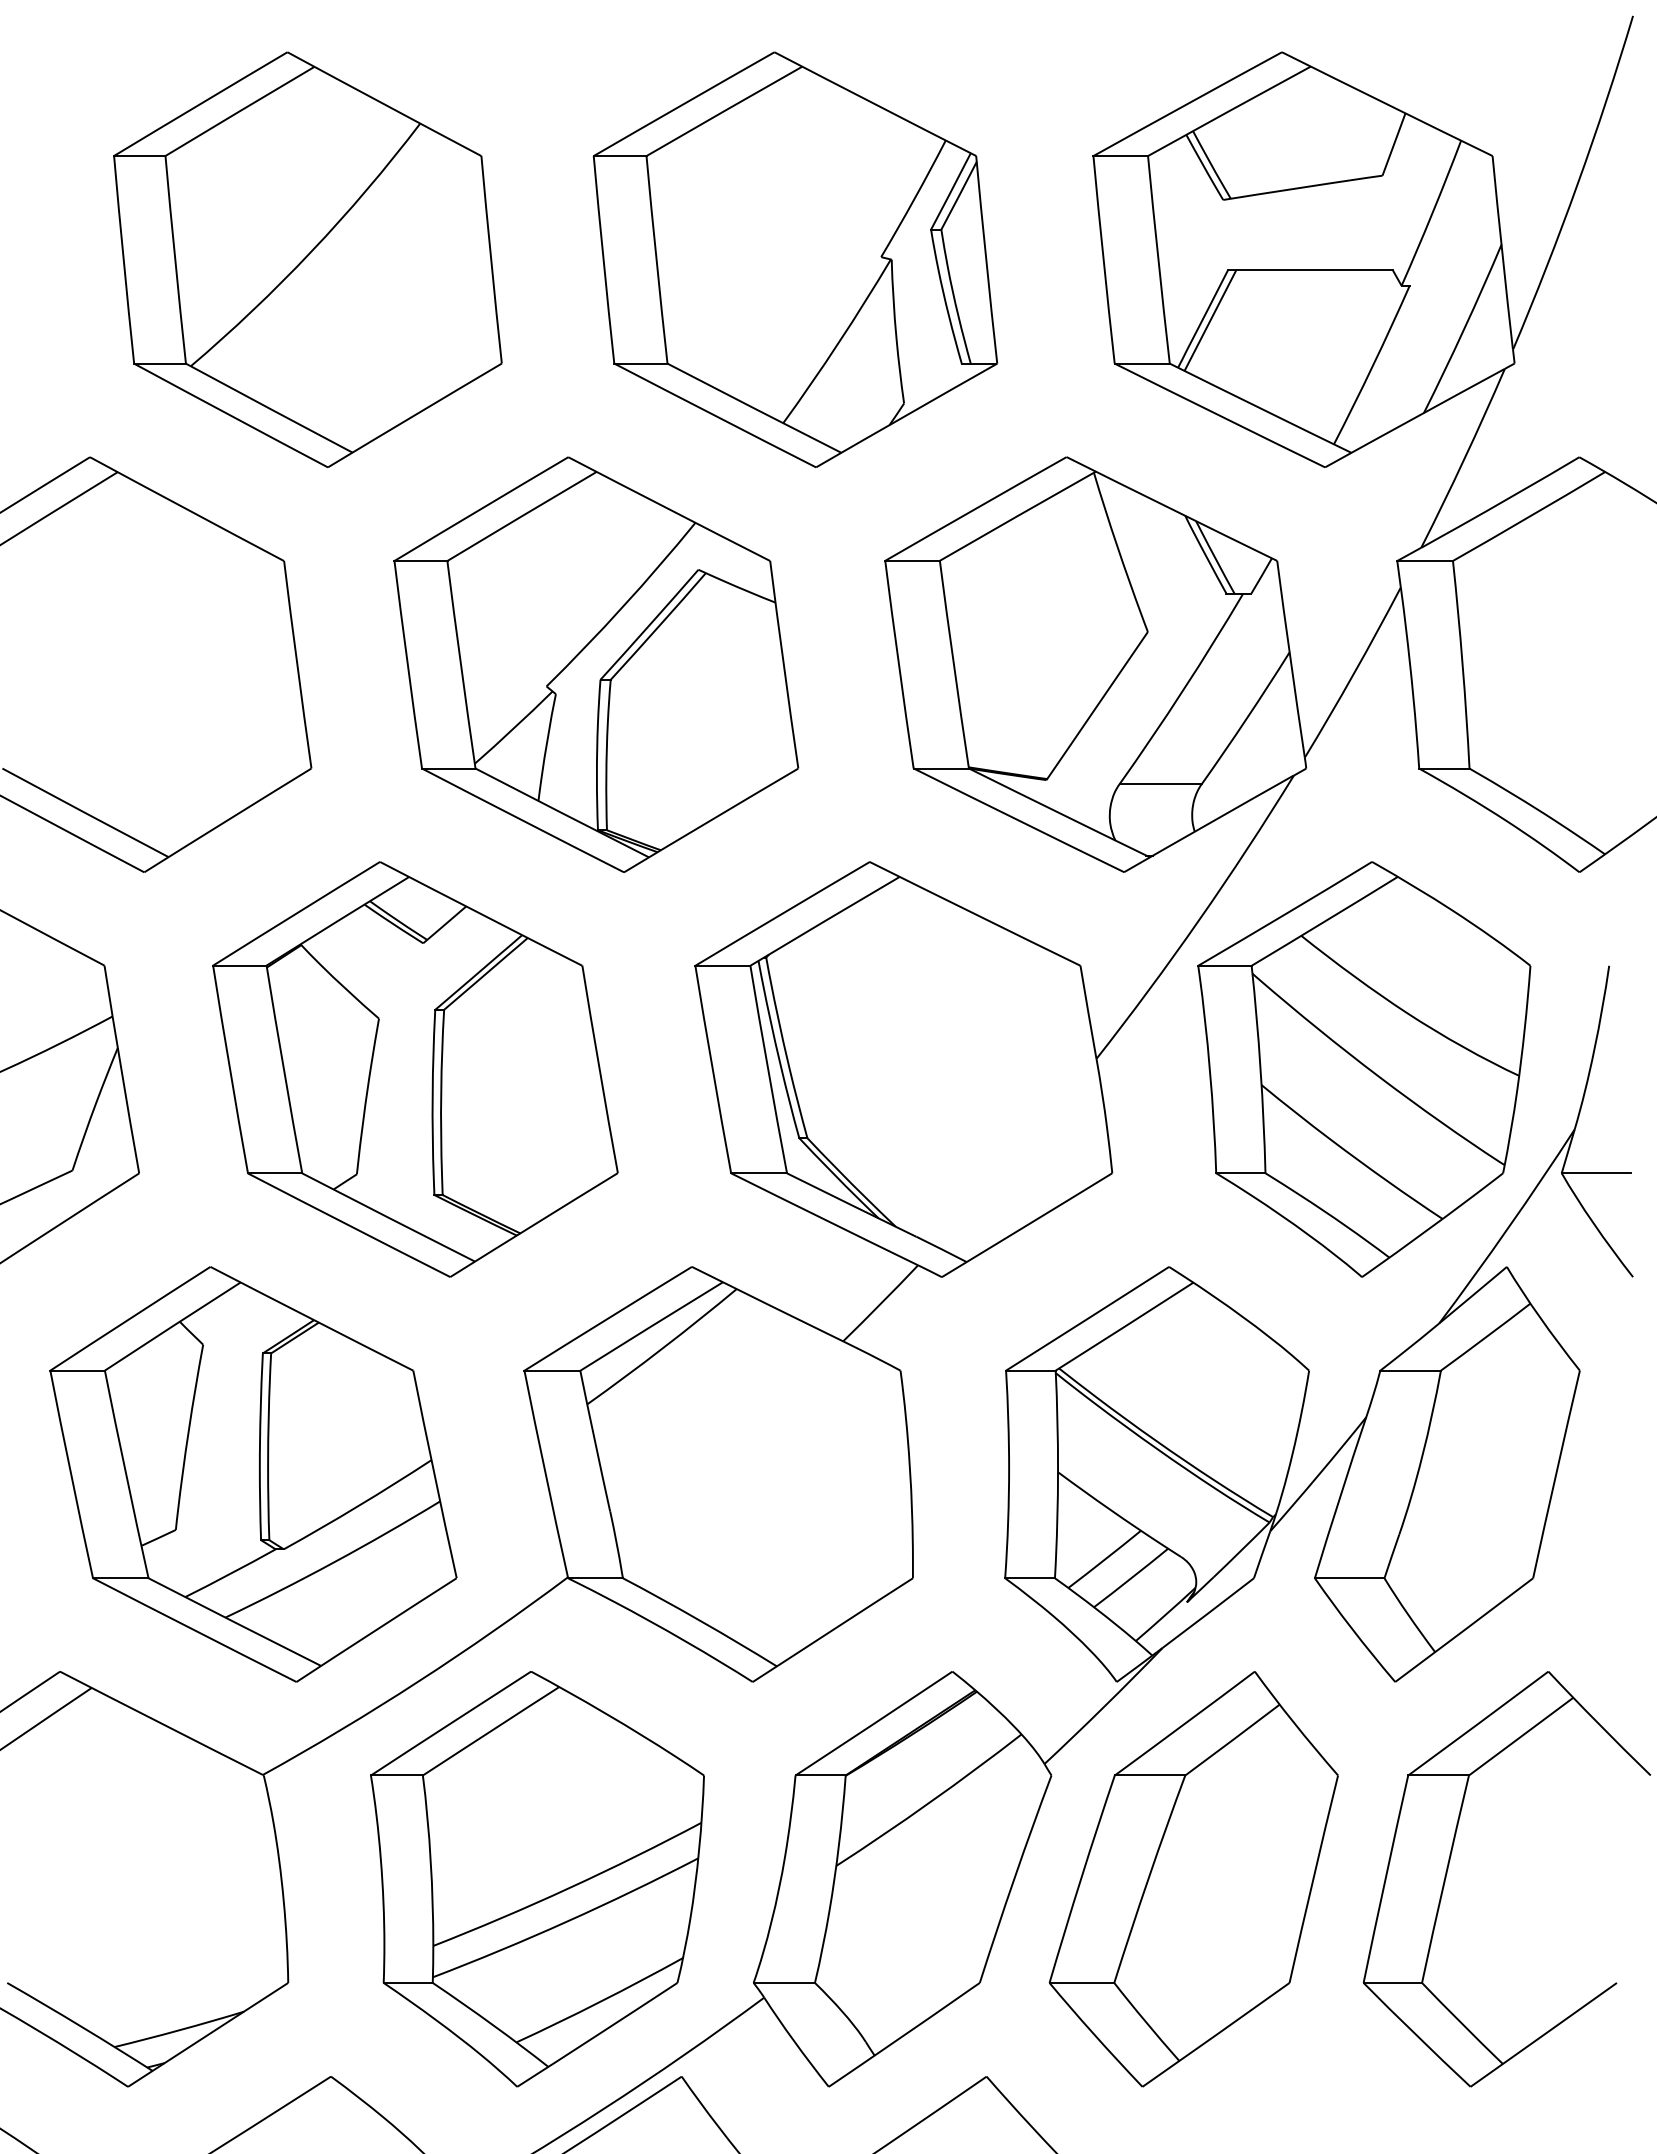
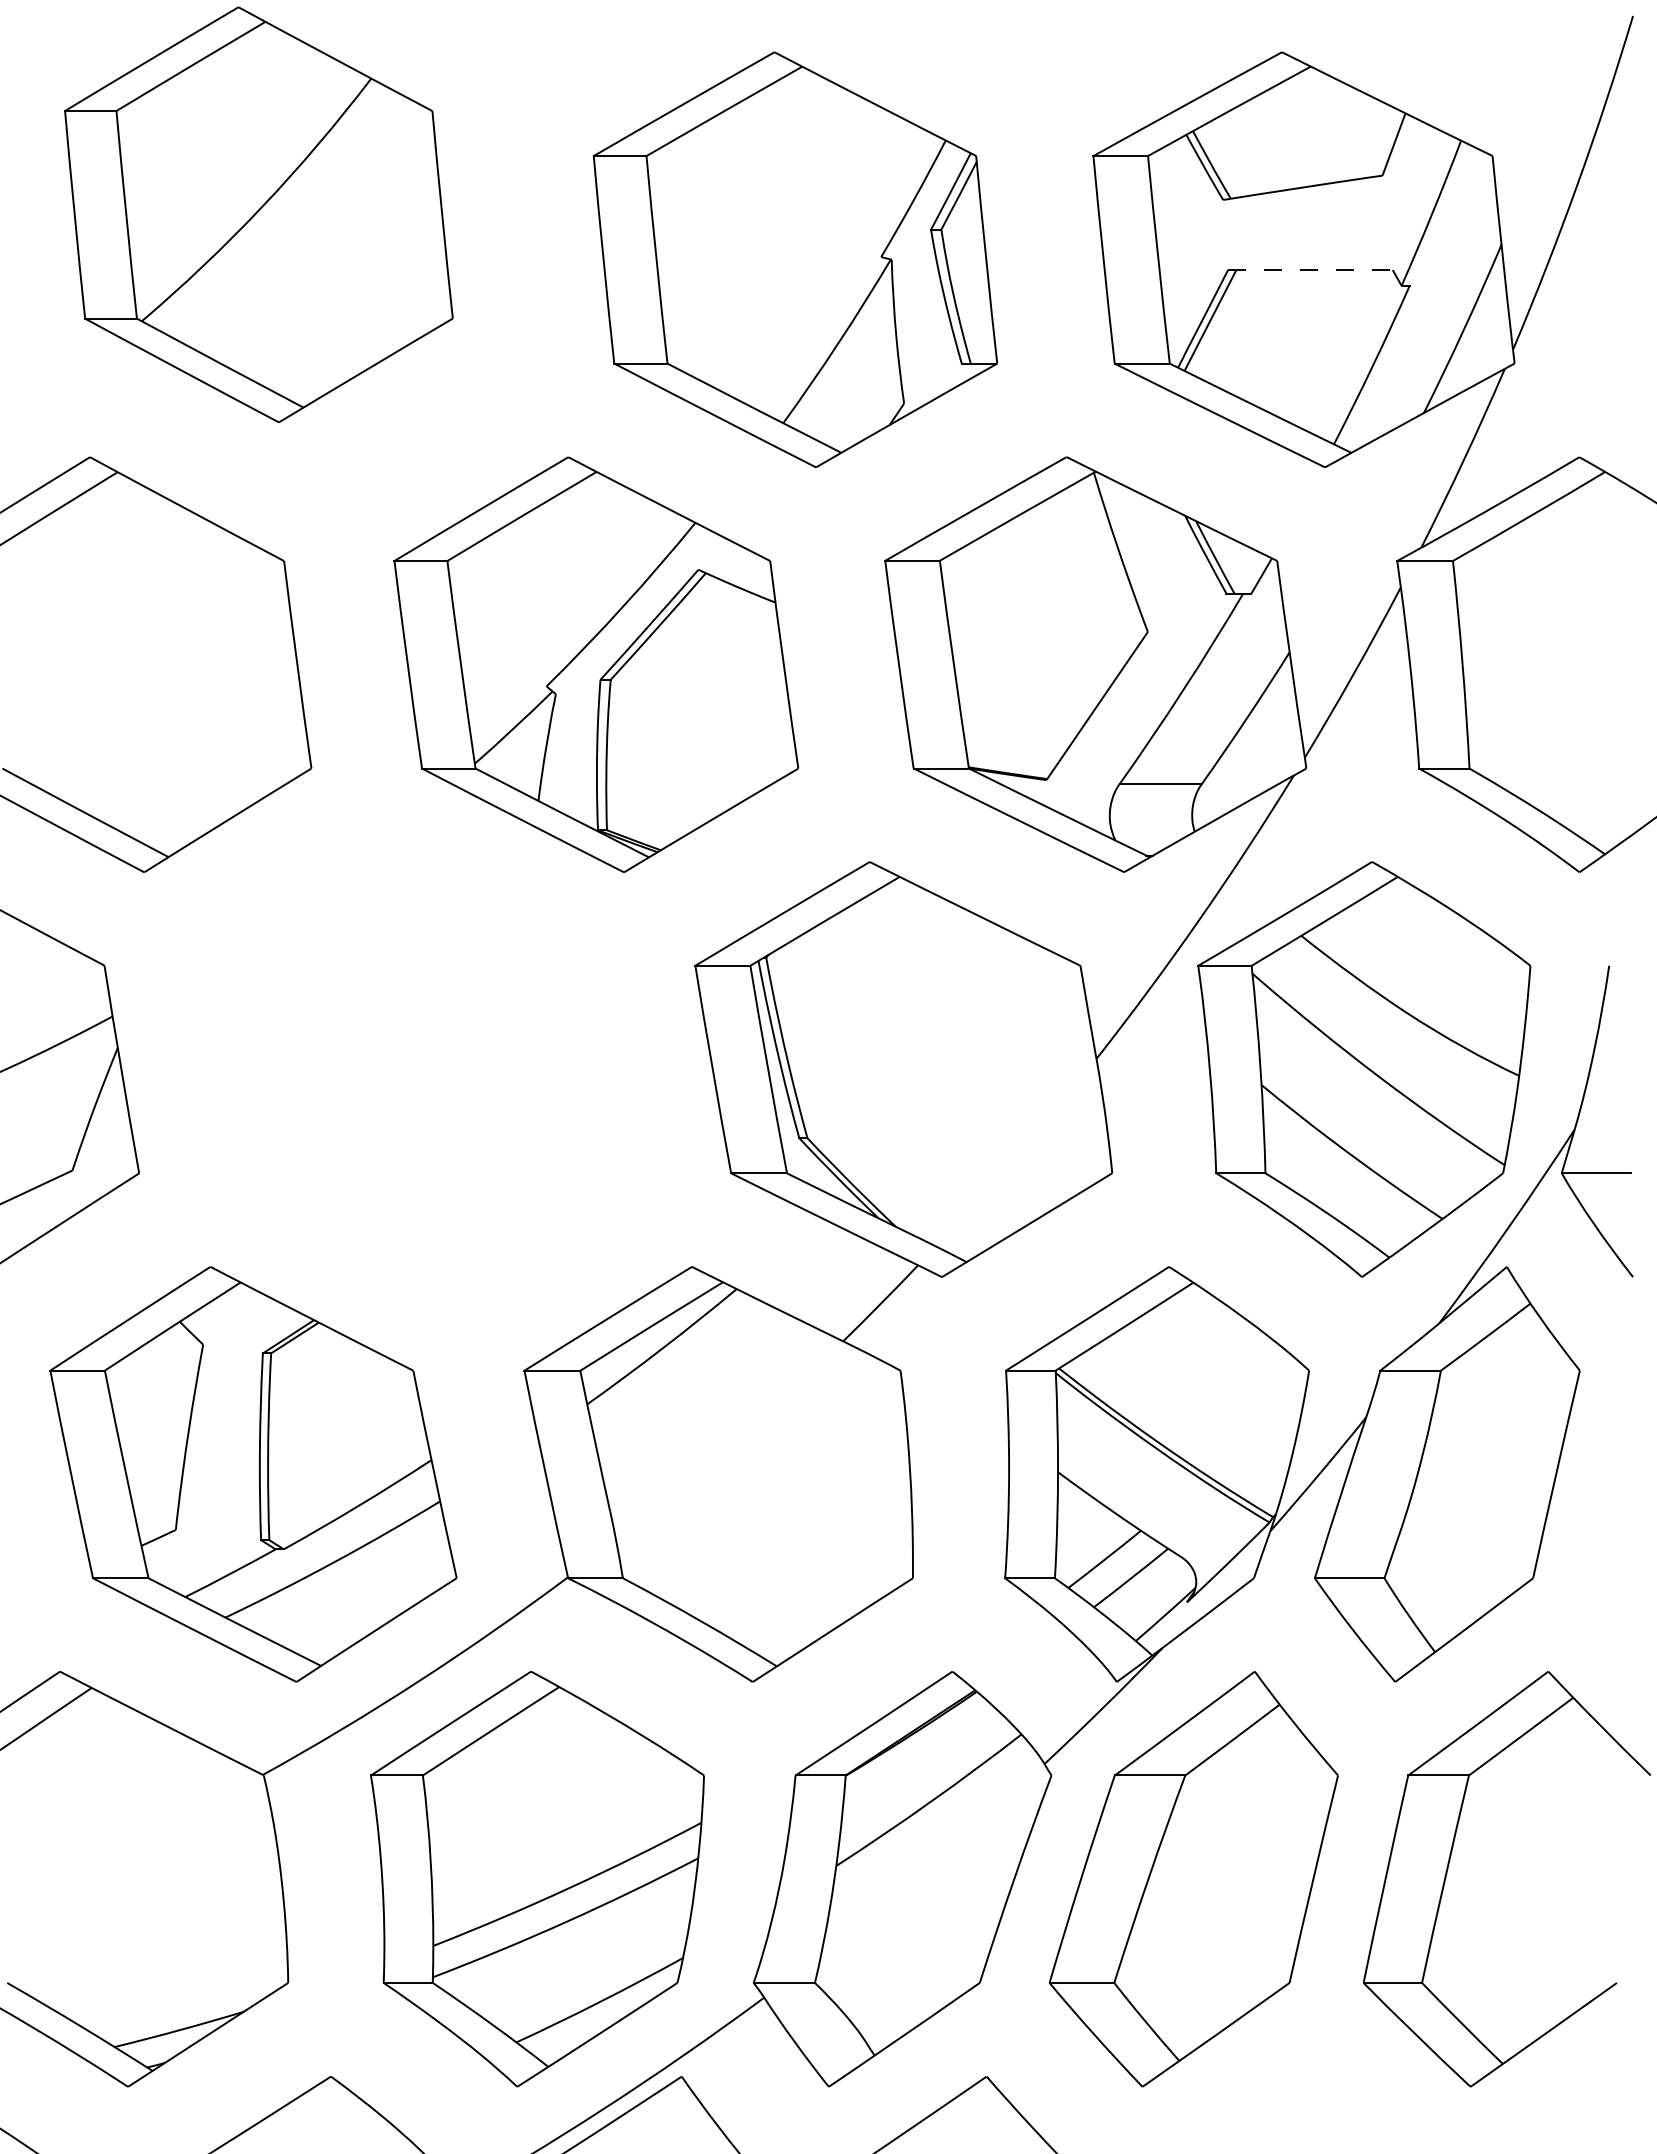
part at (307, 259) position: (307, 259) -> (258, 214)
line at (1310, 270): solid -> dashed
part at (415, 1069): present -> none
